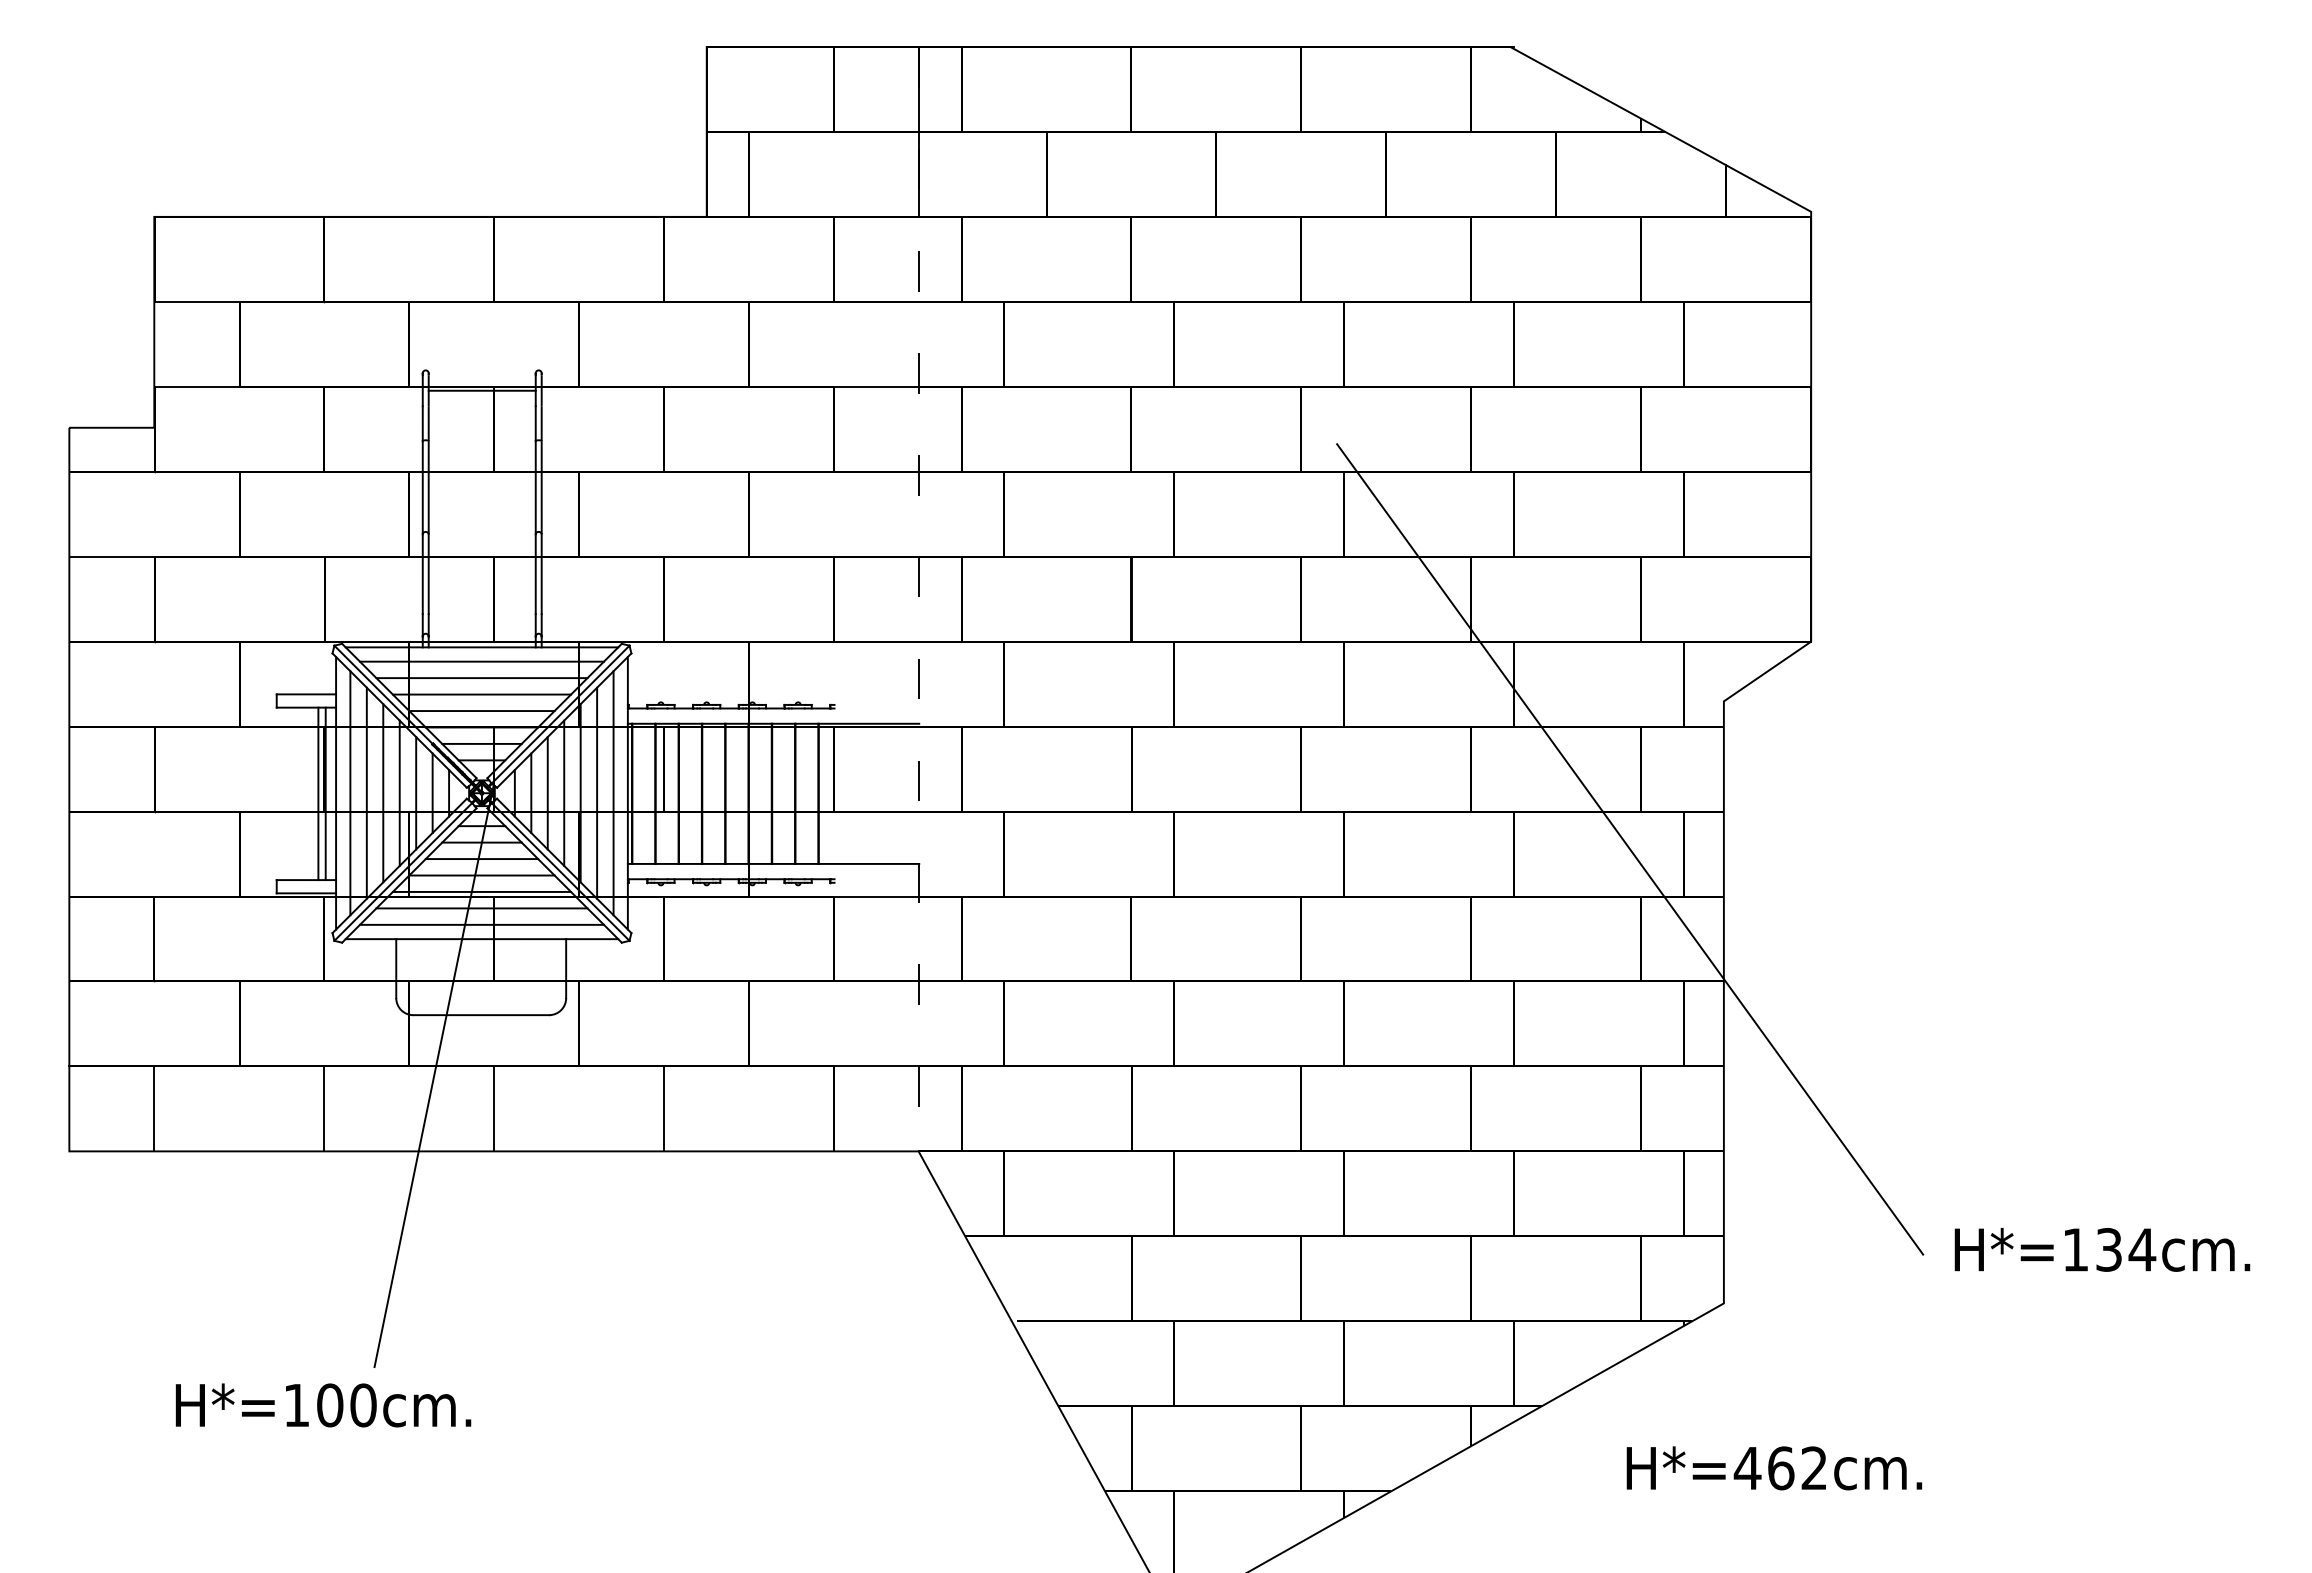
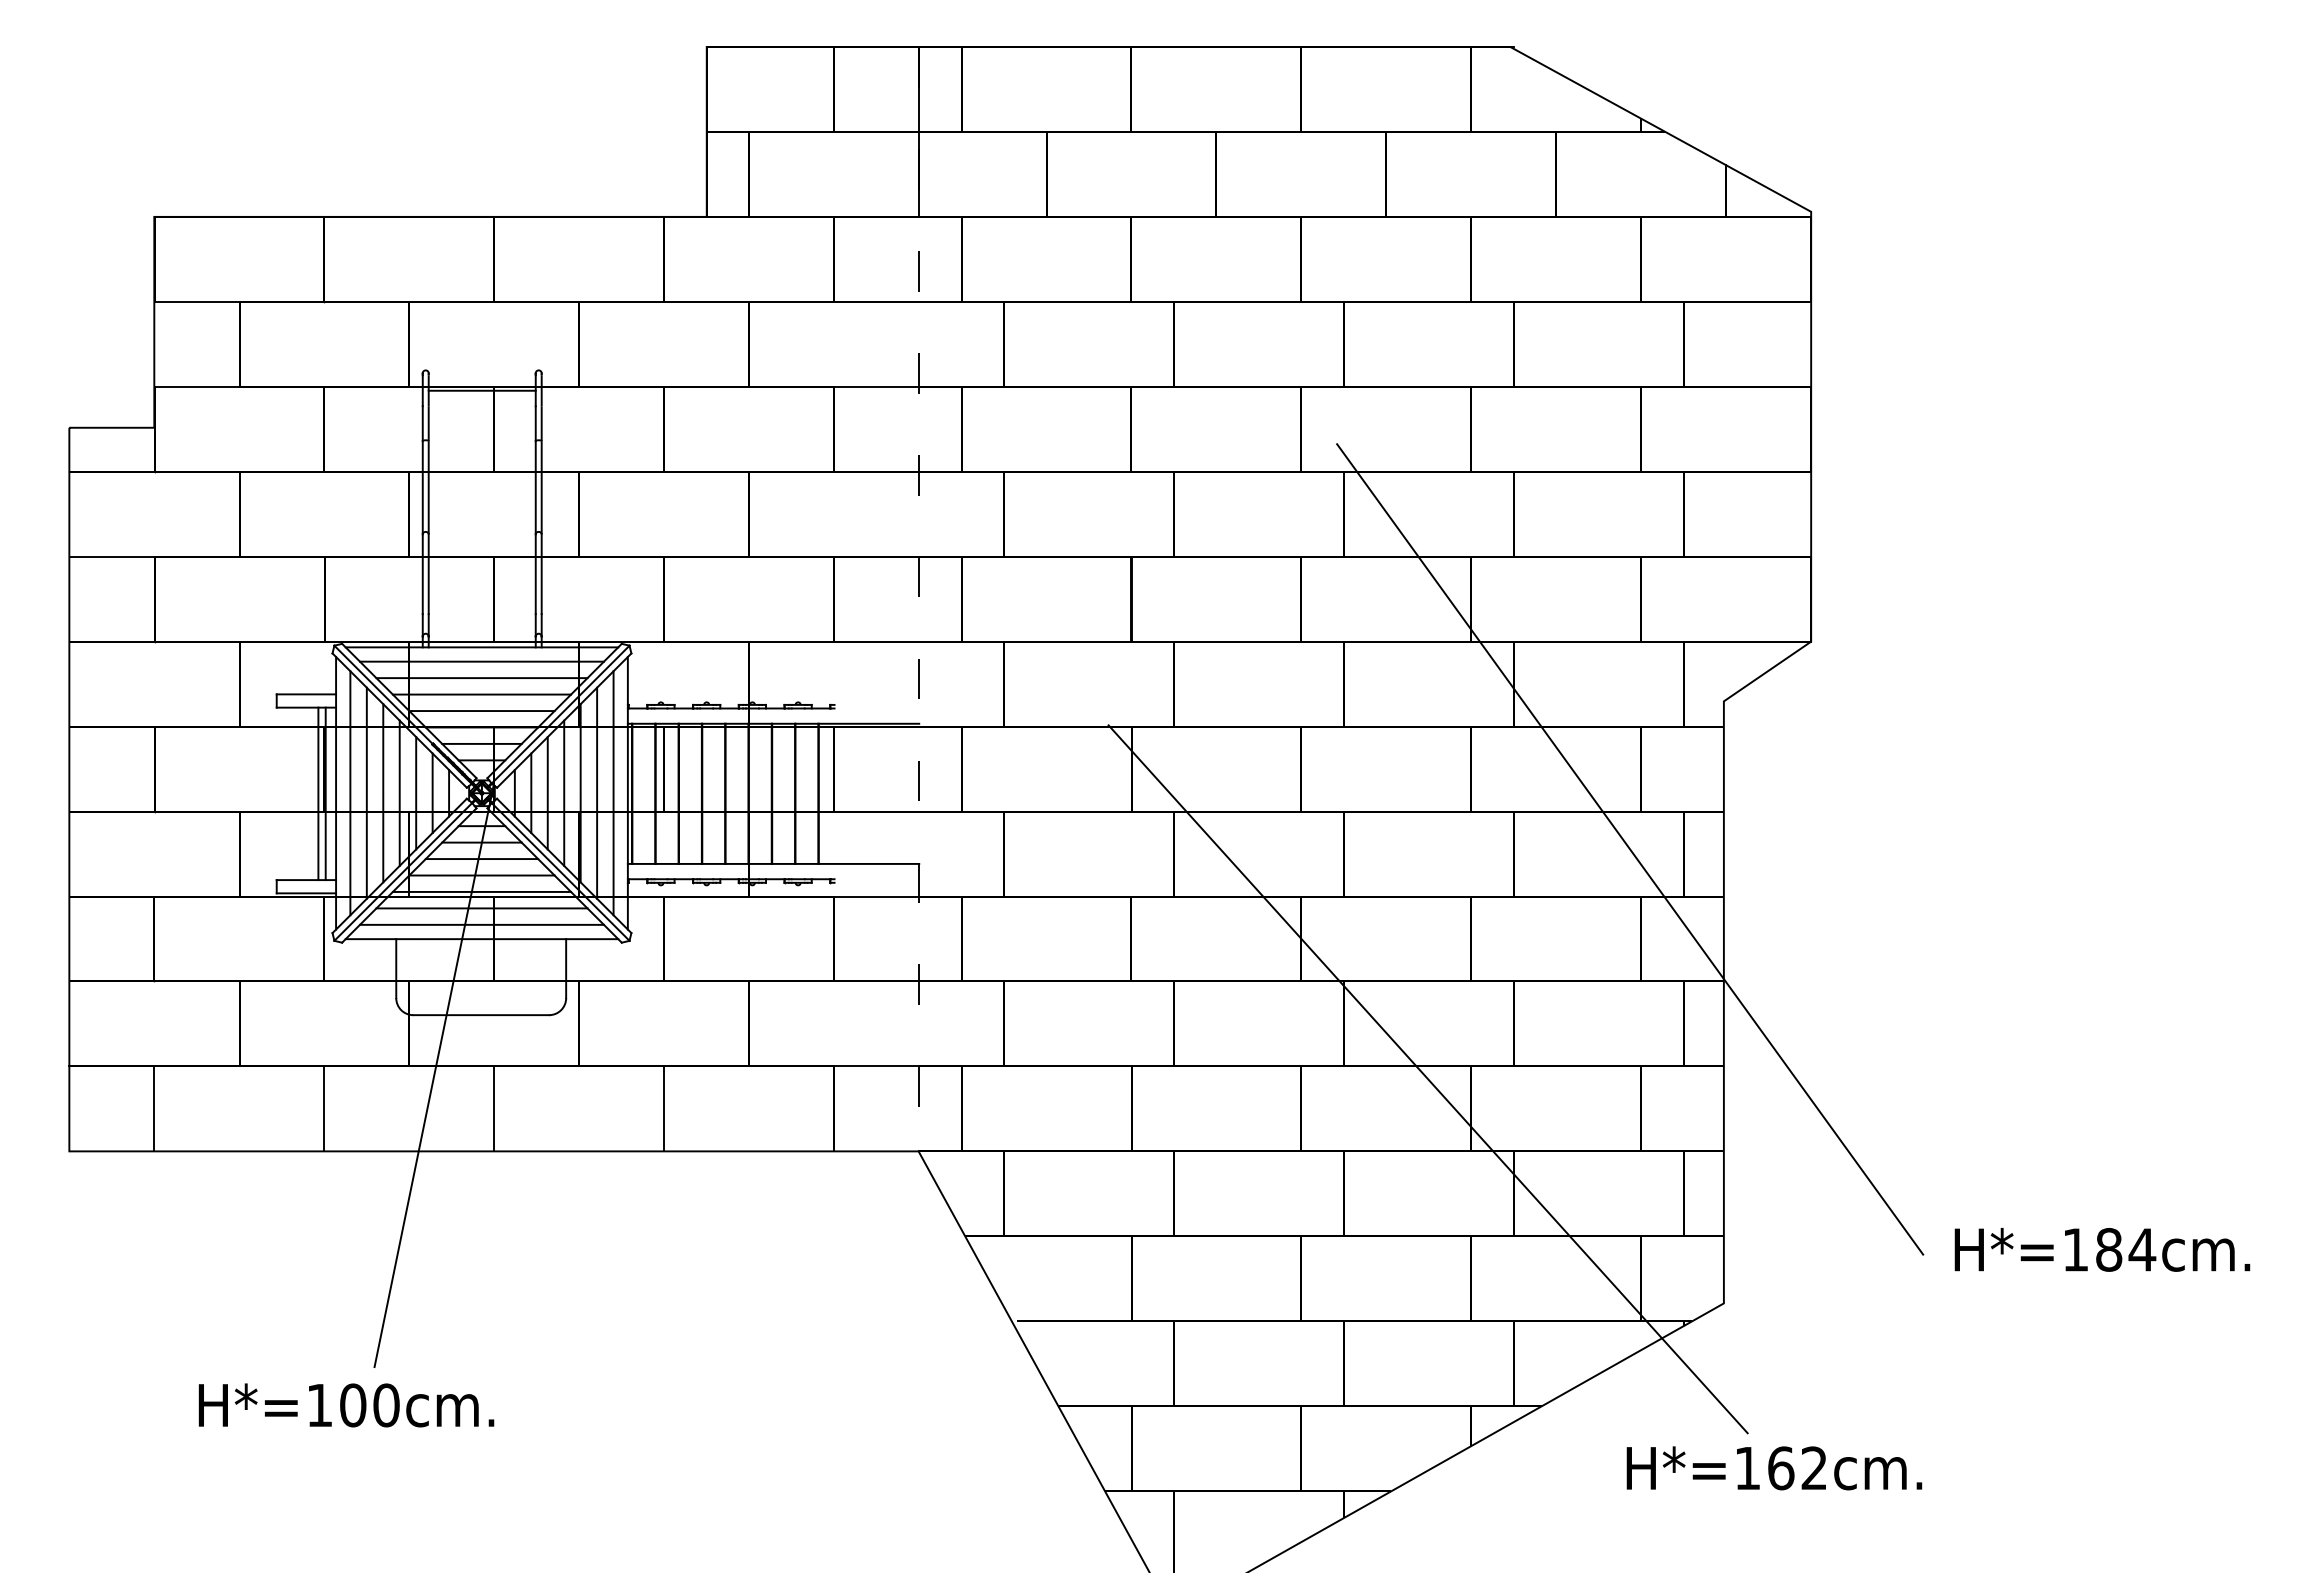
line at (1427, 1079): none -> present
text at (2109, 1249): H*=134cm. -> H*=184cm.
text at (323, 1405) position: (323, 1405) -> (346, 1405)
text at (1747, 1468): H*=462cm. -> H*=162cm.
